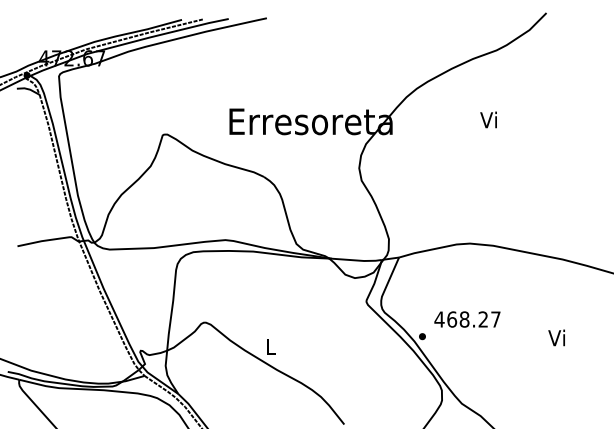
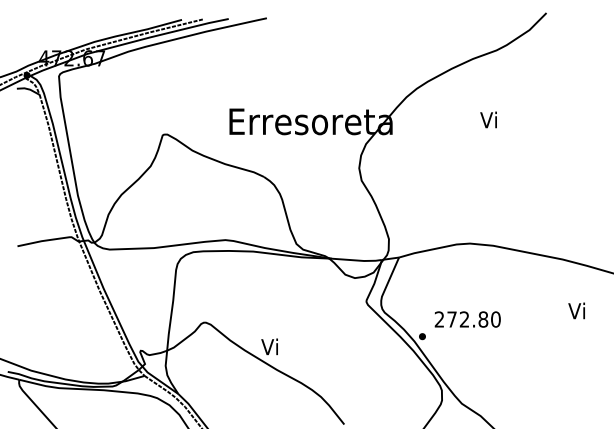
text at (467, 319): 468.27 -> 272.80
text at (556, 337) position: (556, 337) -> (576, 310)
text at (269, 346): L -> Vi
